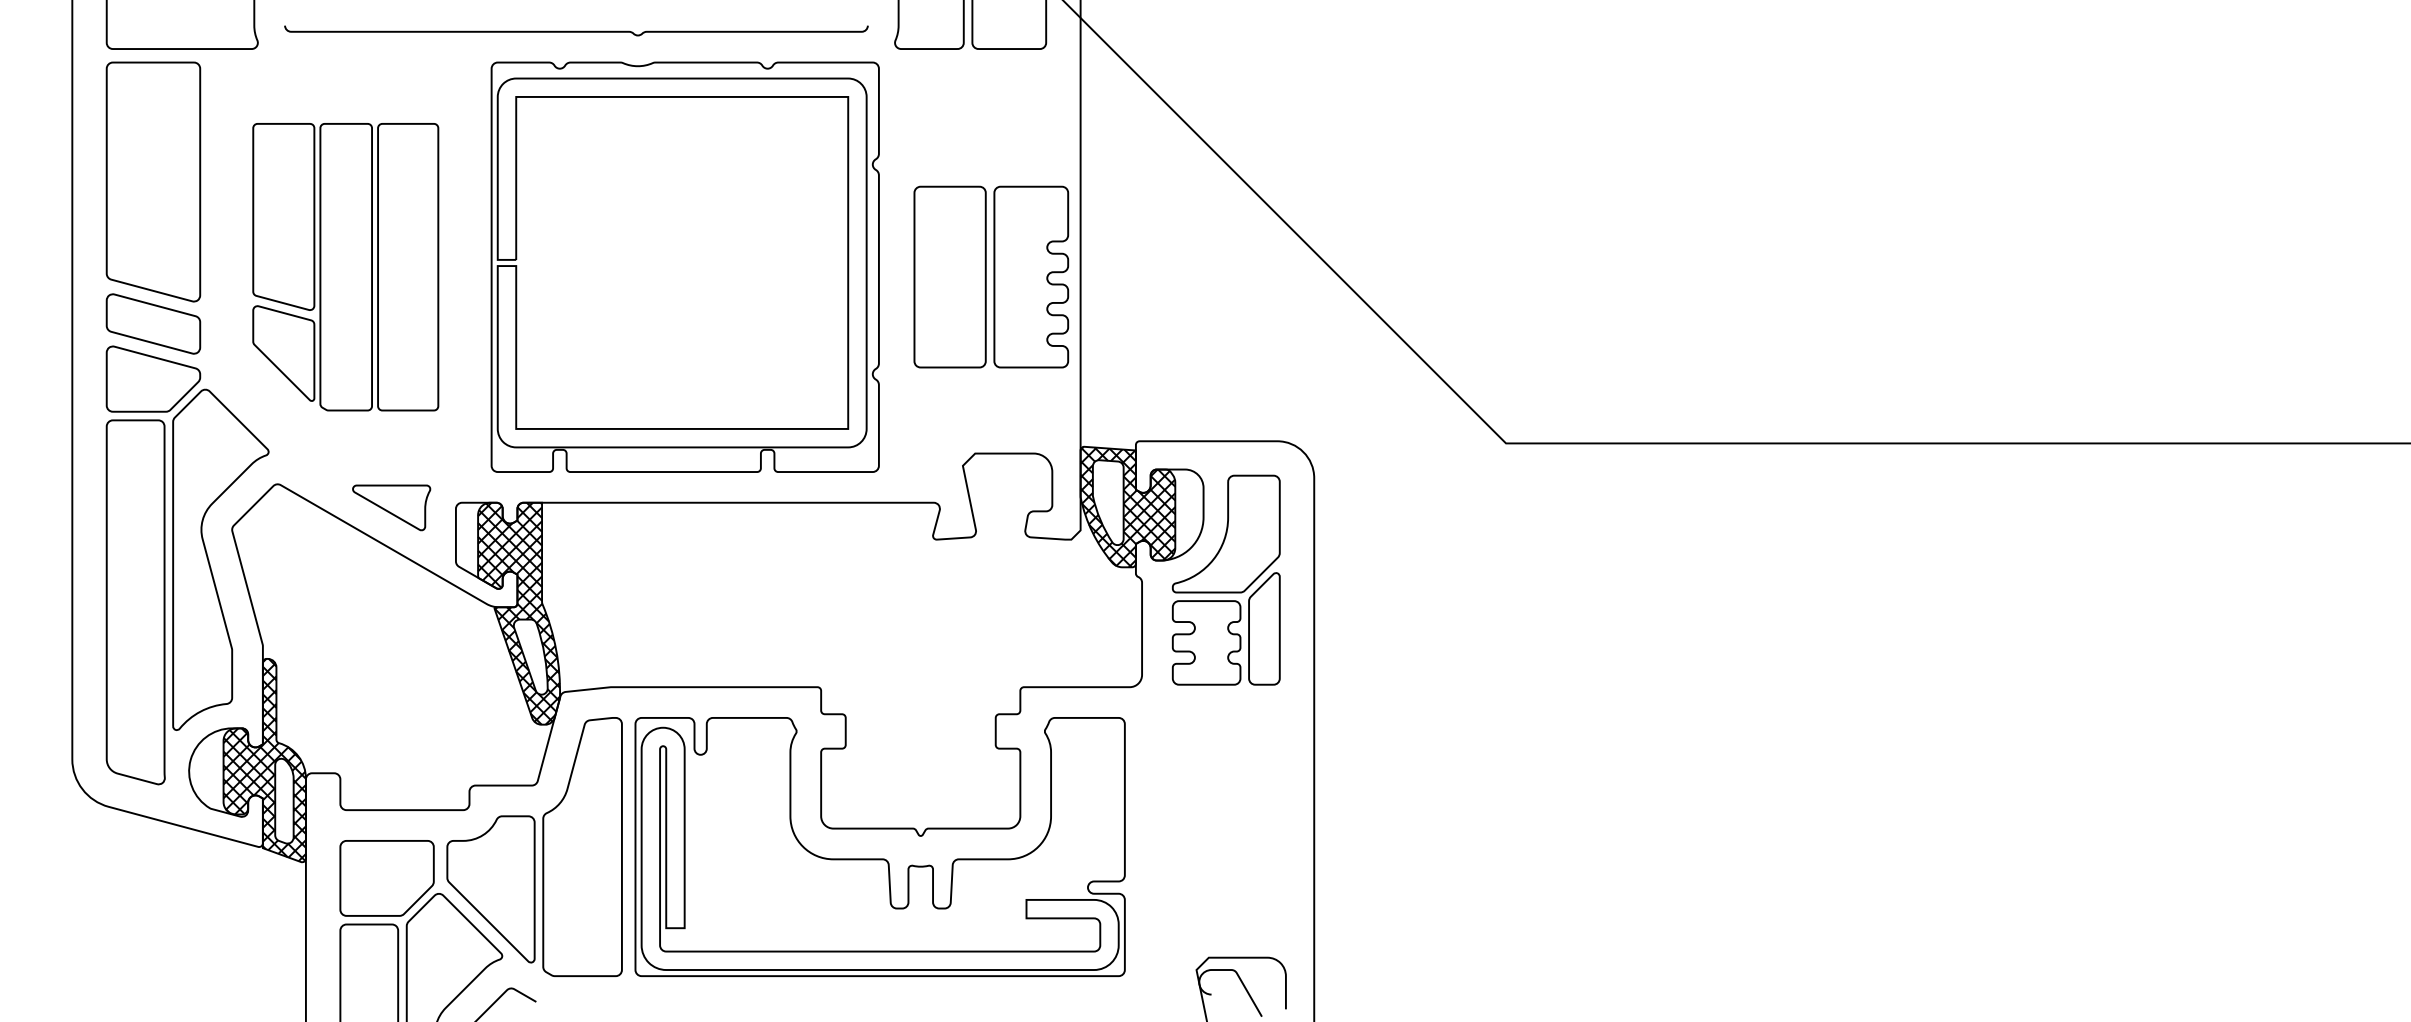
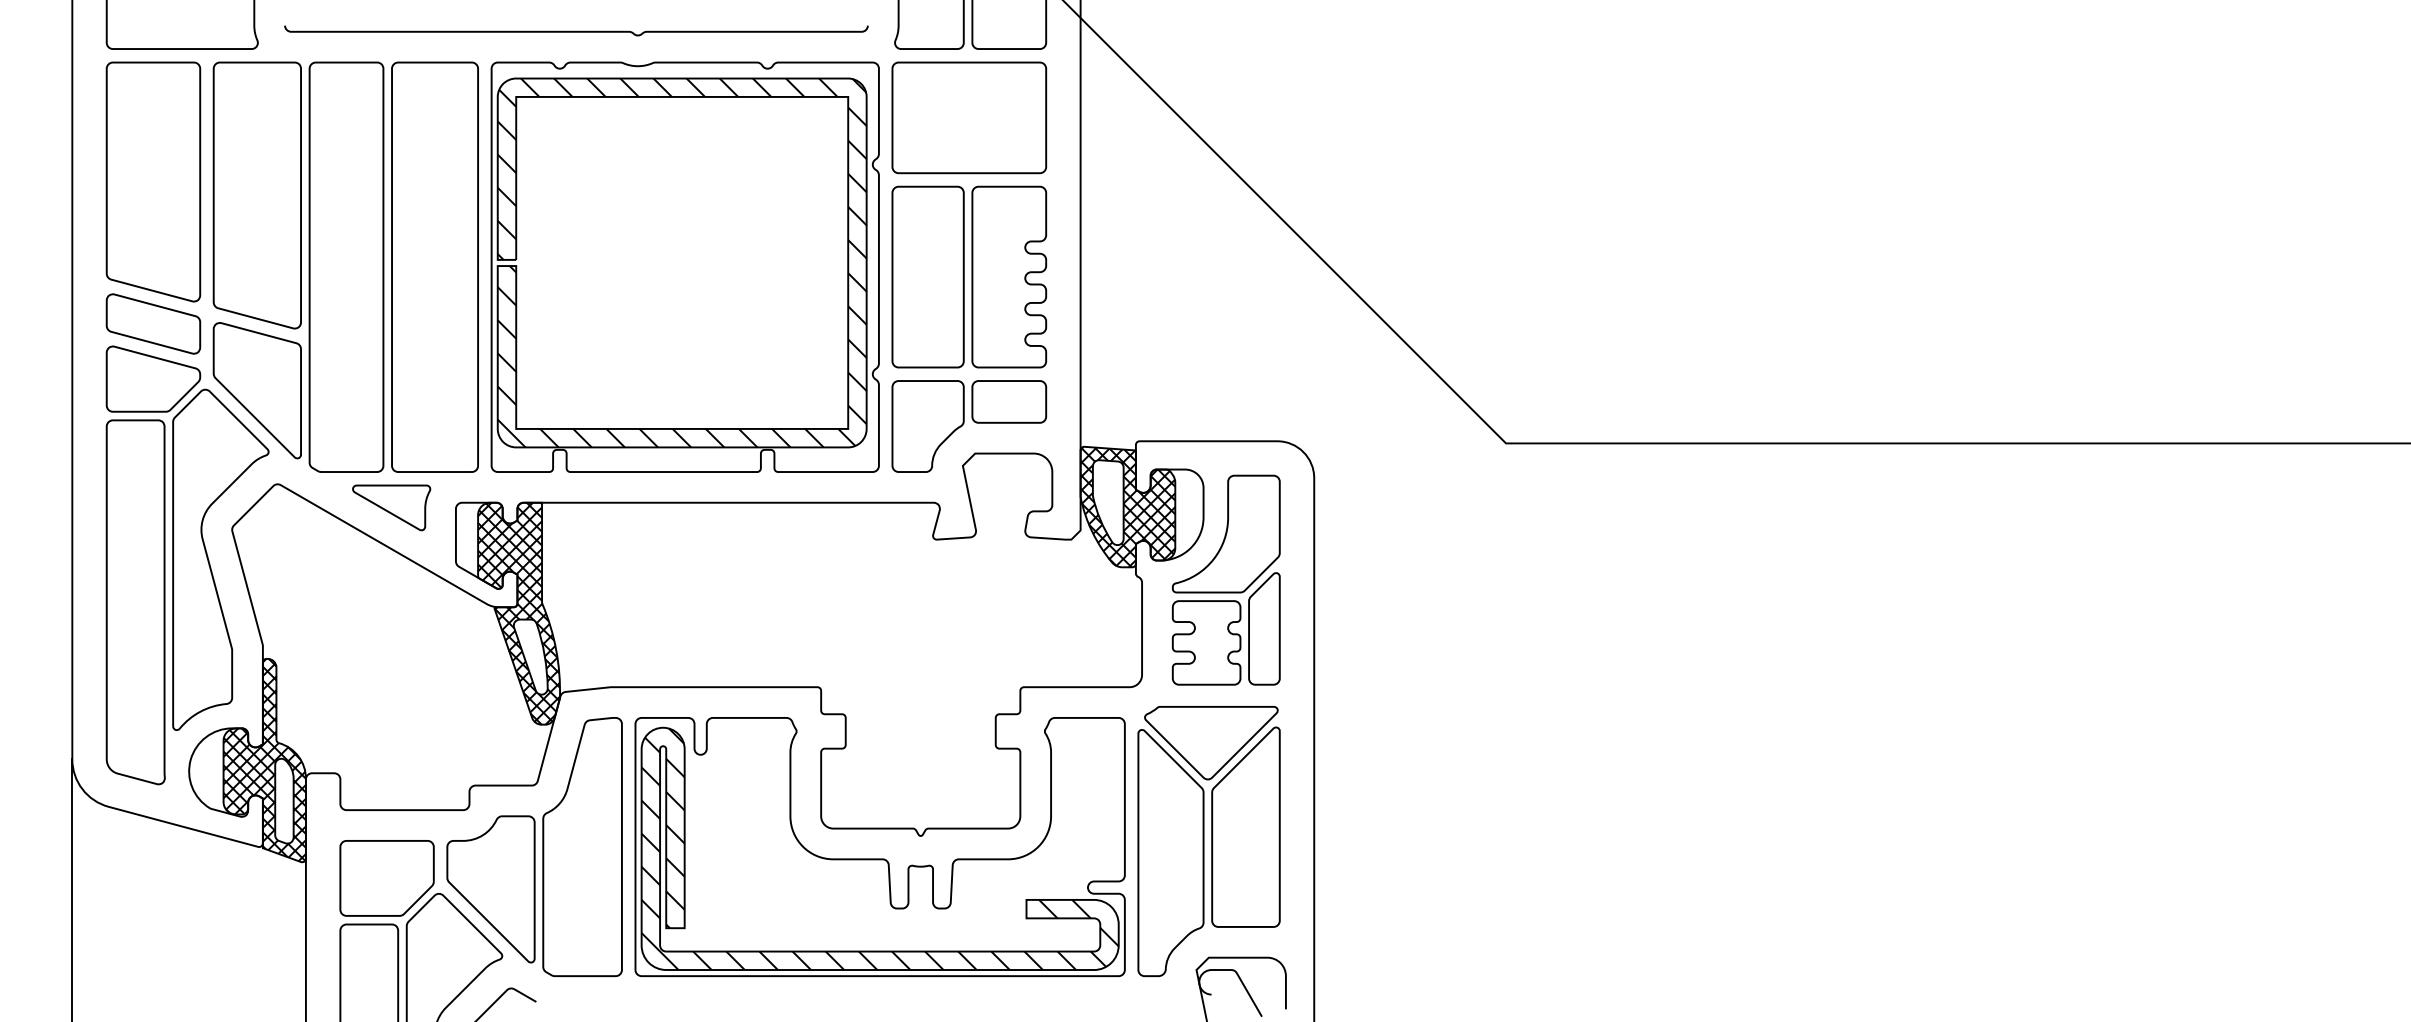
part at (969, 117): none -> present
hatch at (681, 262): none -> present
part at (345, 267) size: 188x289 px -> 267x412 px
part at (991, 276) position: (991, 276) -> (969, 276)
part at (969, 426): none -> present
part at (1208, 841): none -> present
hatch at (879, 849): none -> present
line at (72, 888): none -> present
